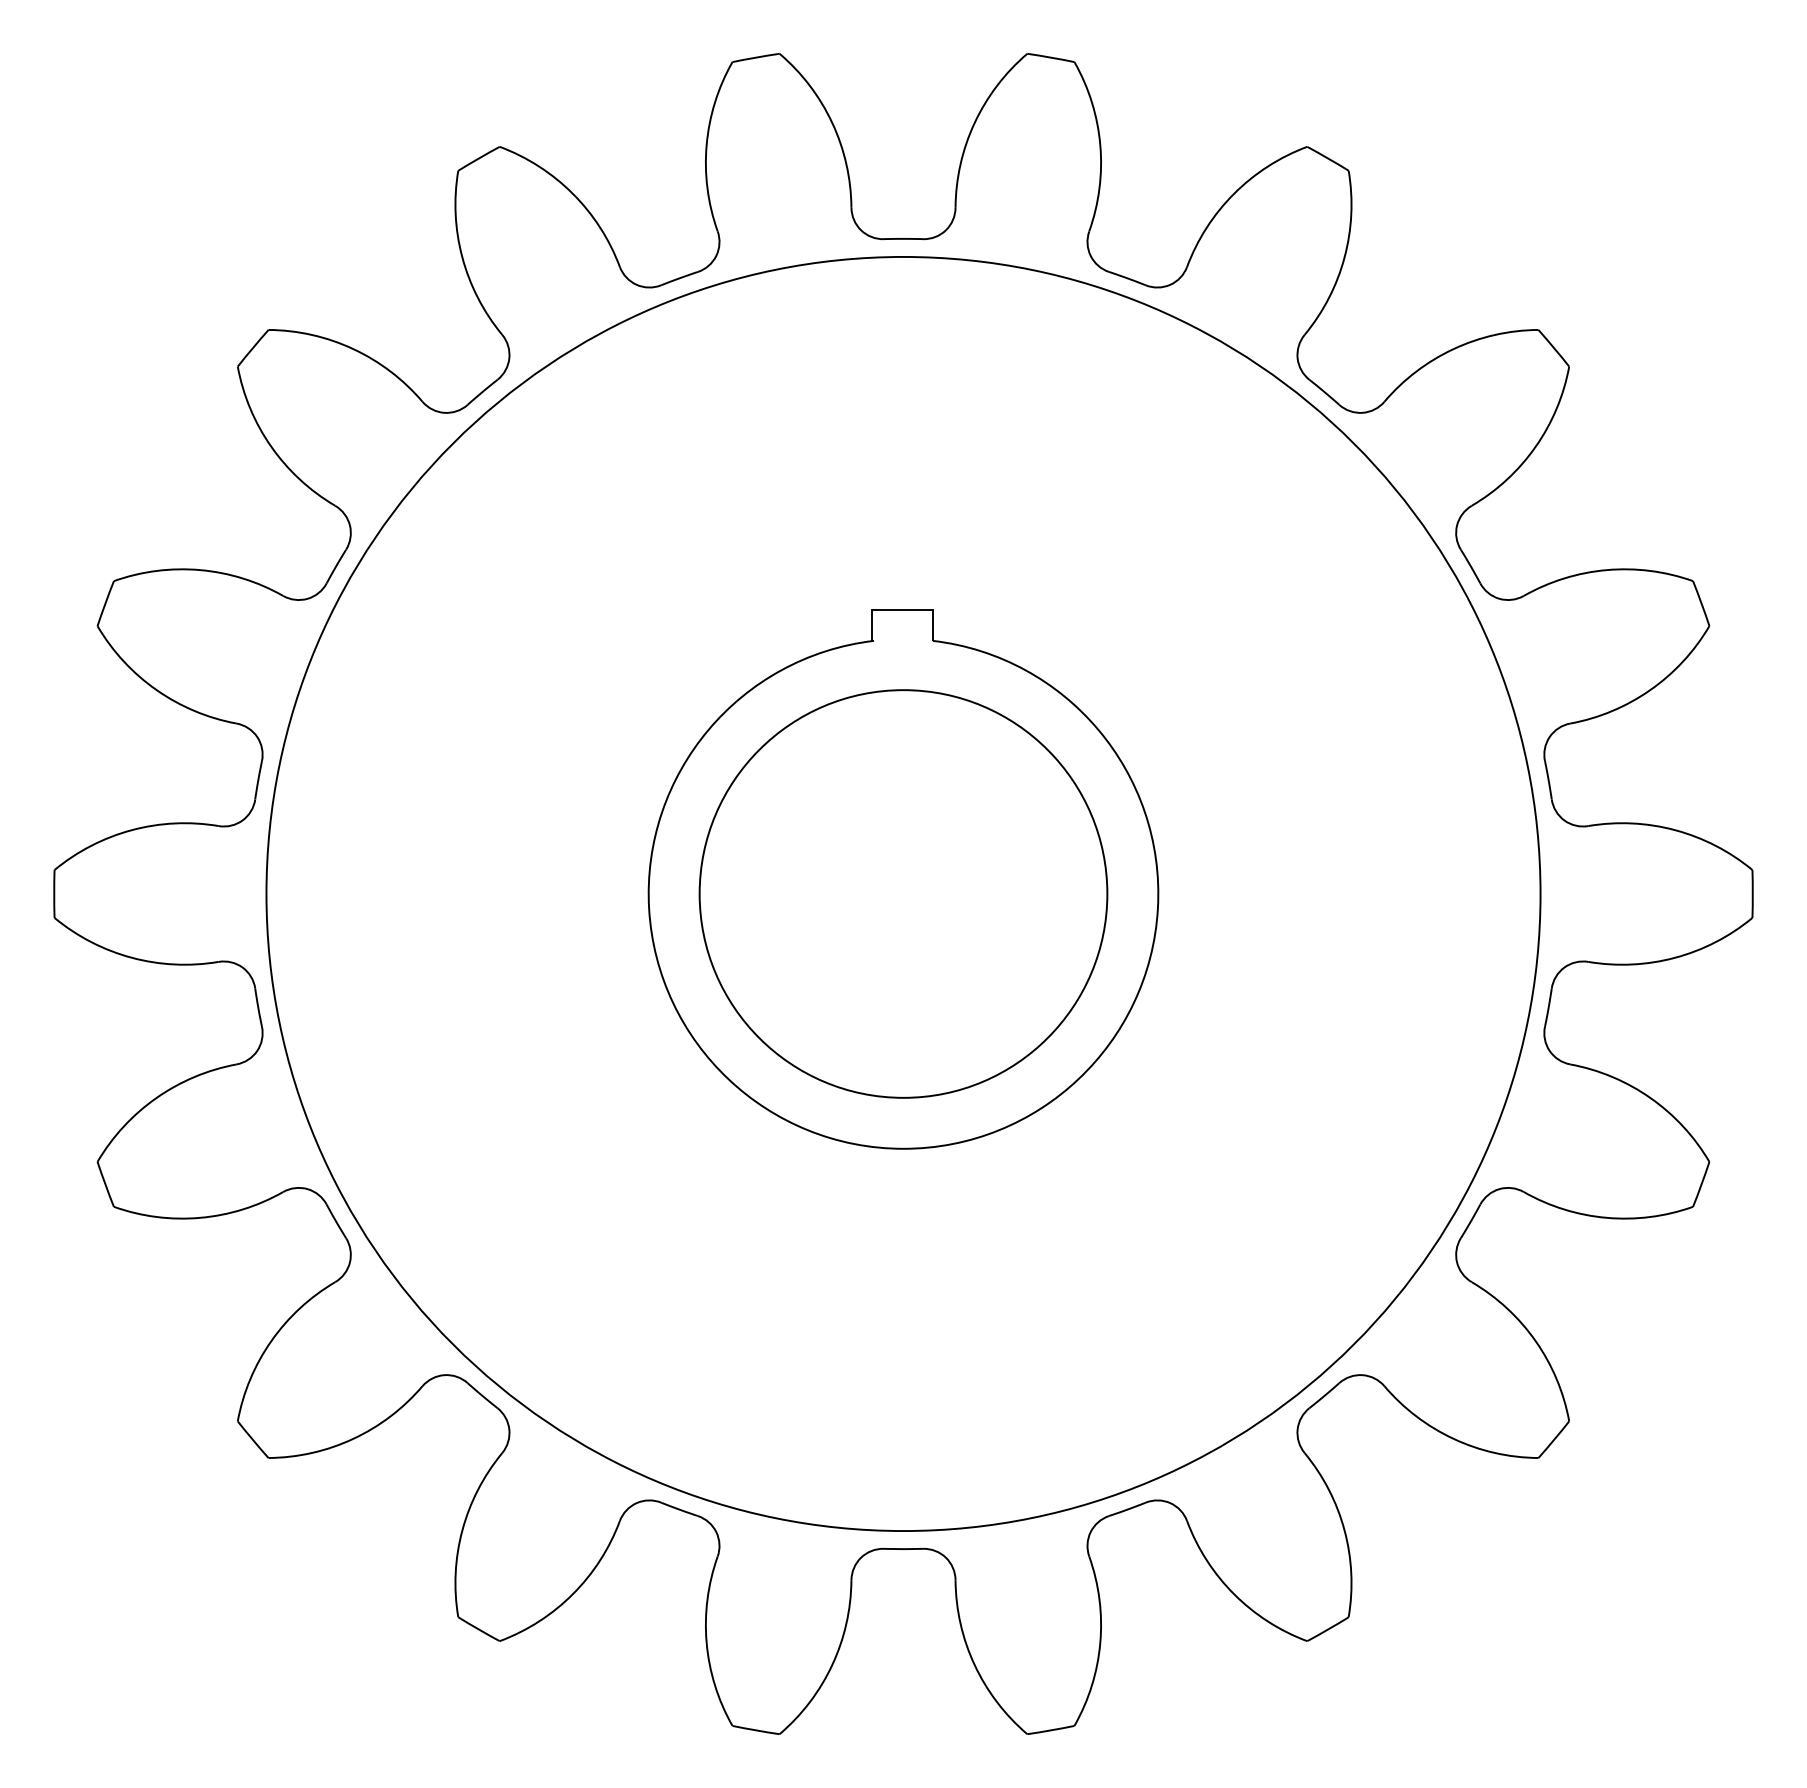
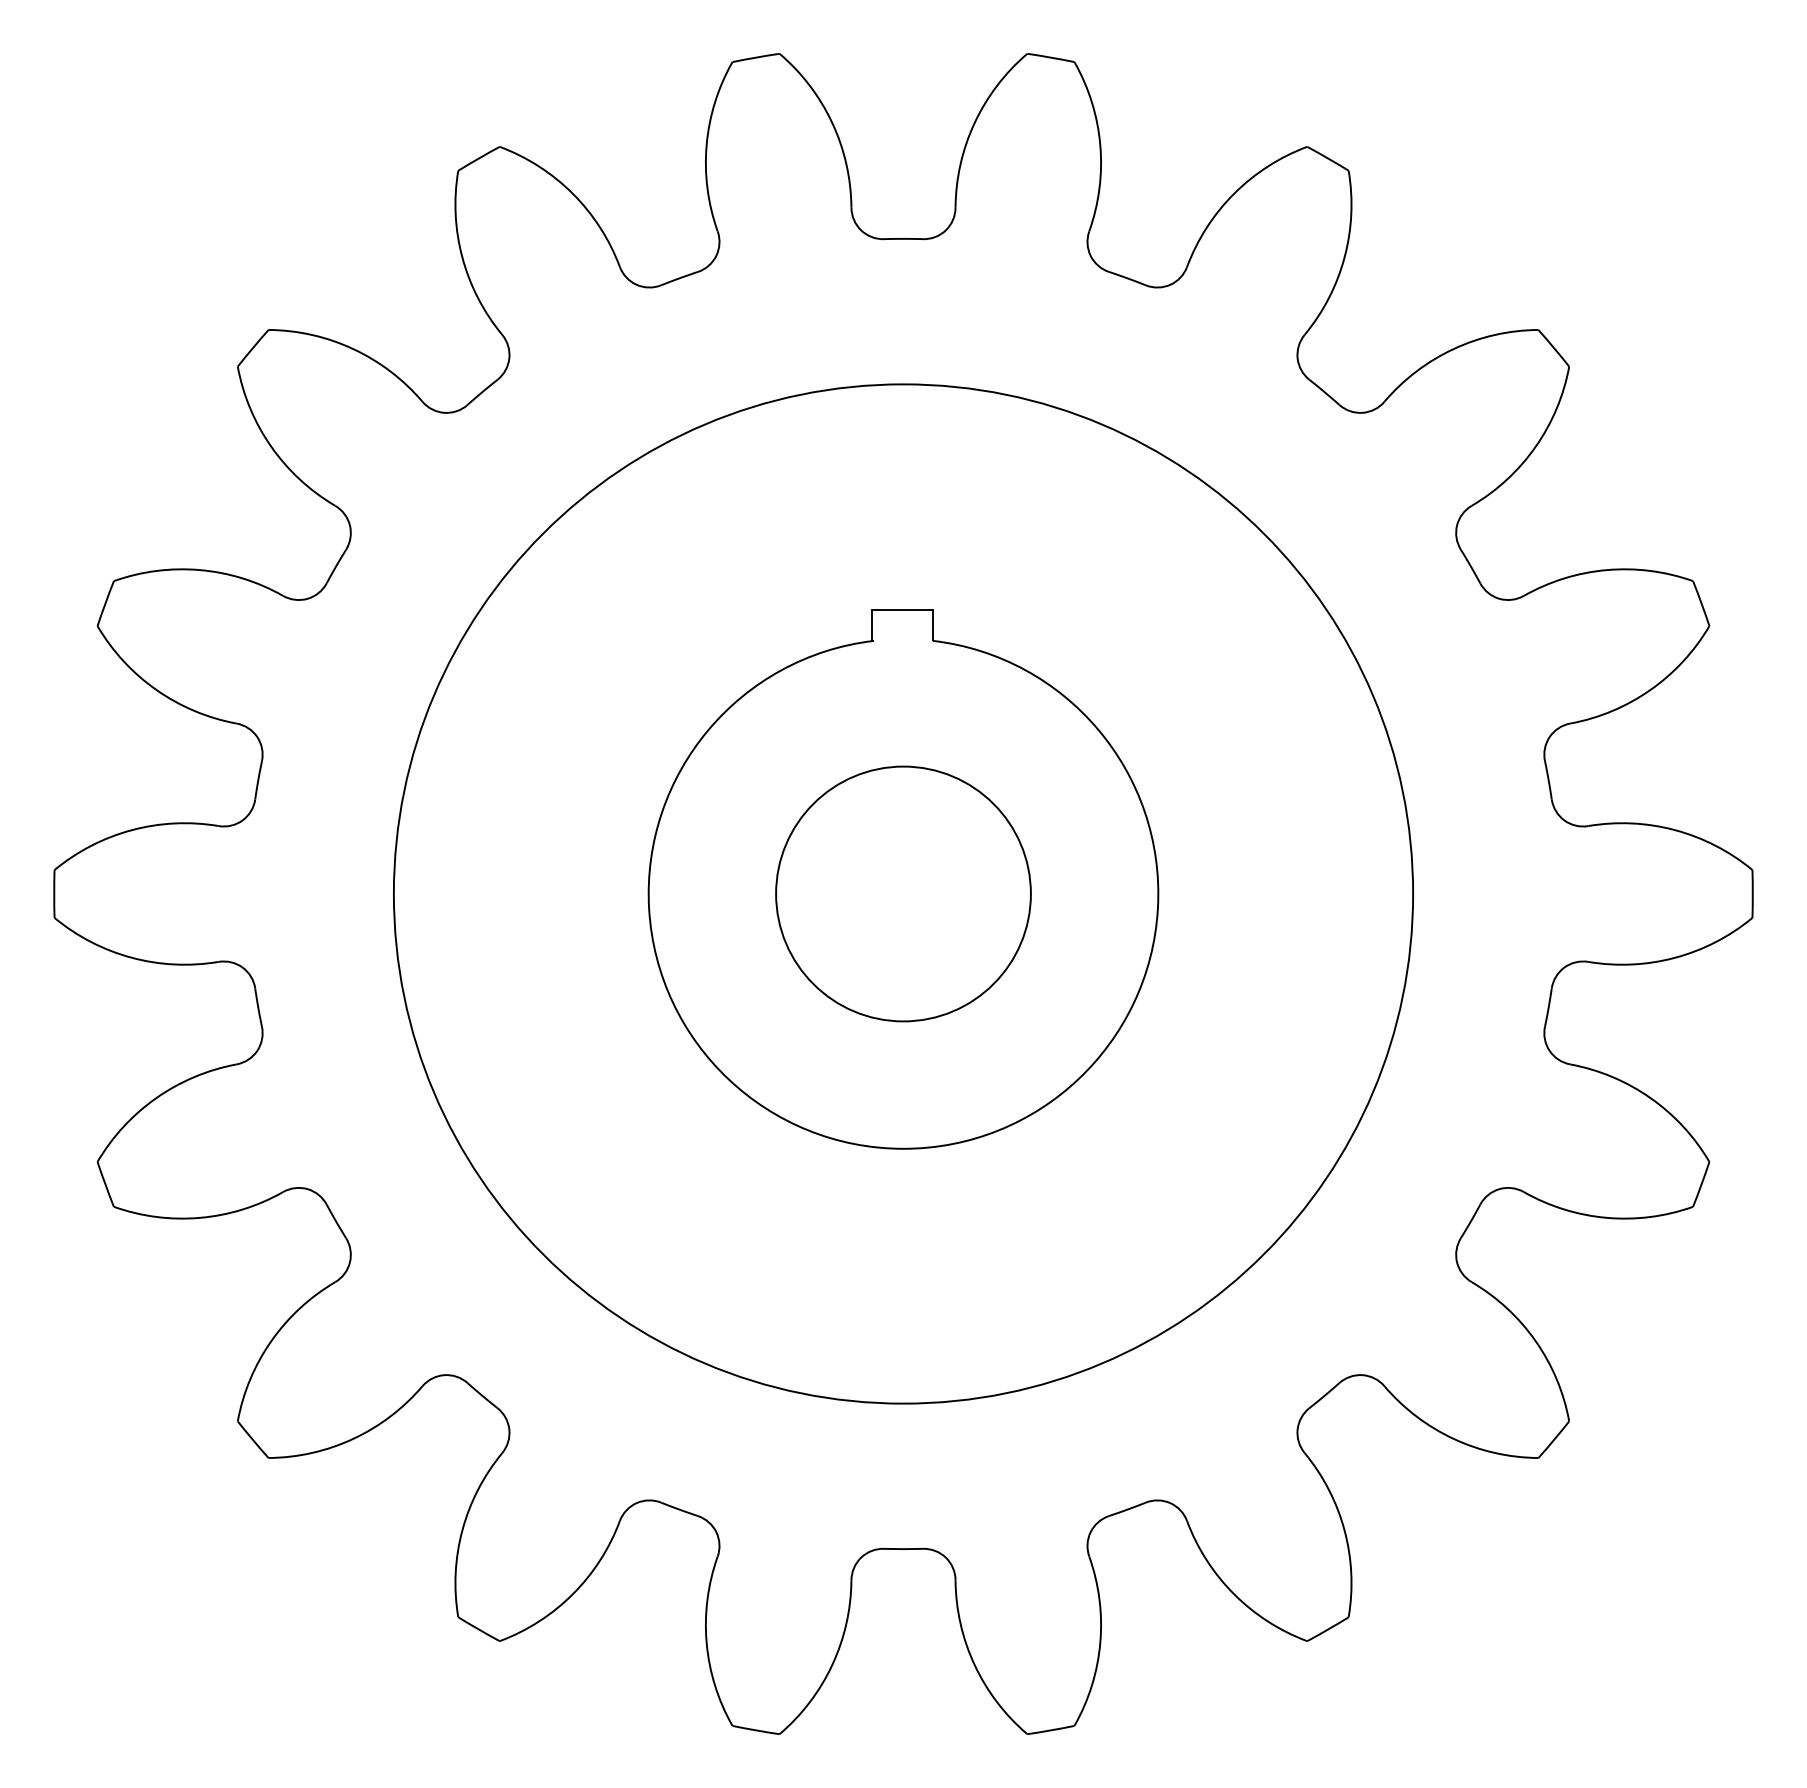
circle at (903, 893) diameter: 1274 px -> 1019 px
circle at (903, 893) diameter: 408 px -> 255 px
